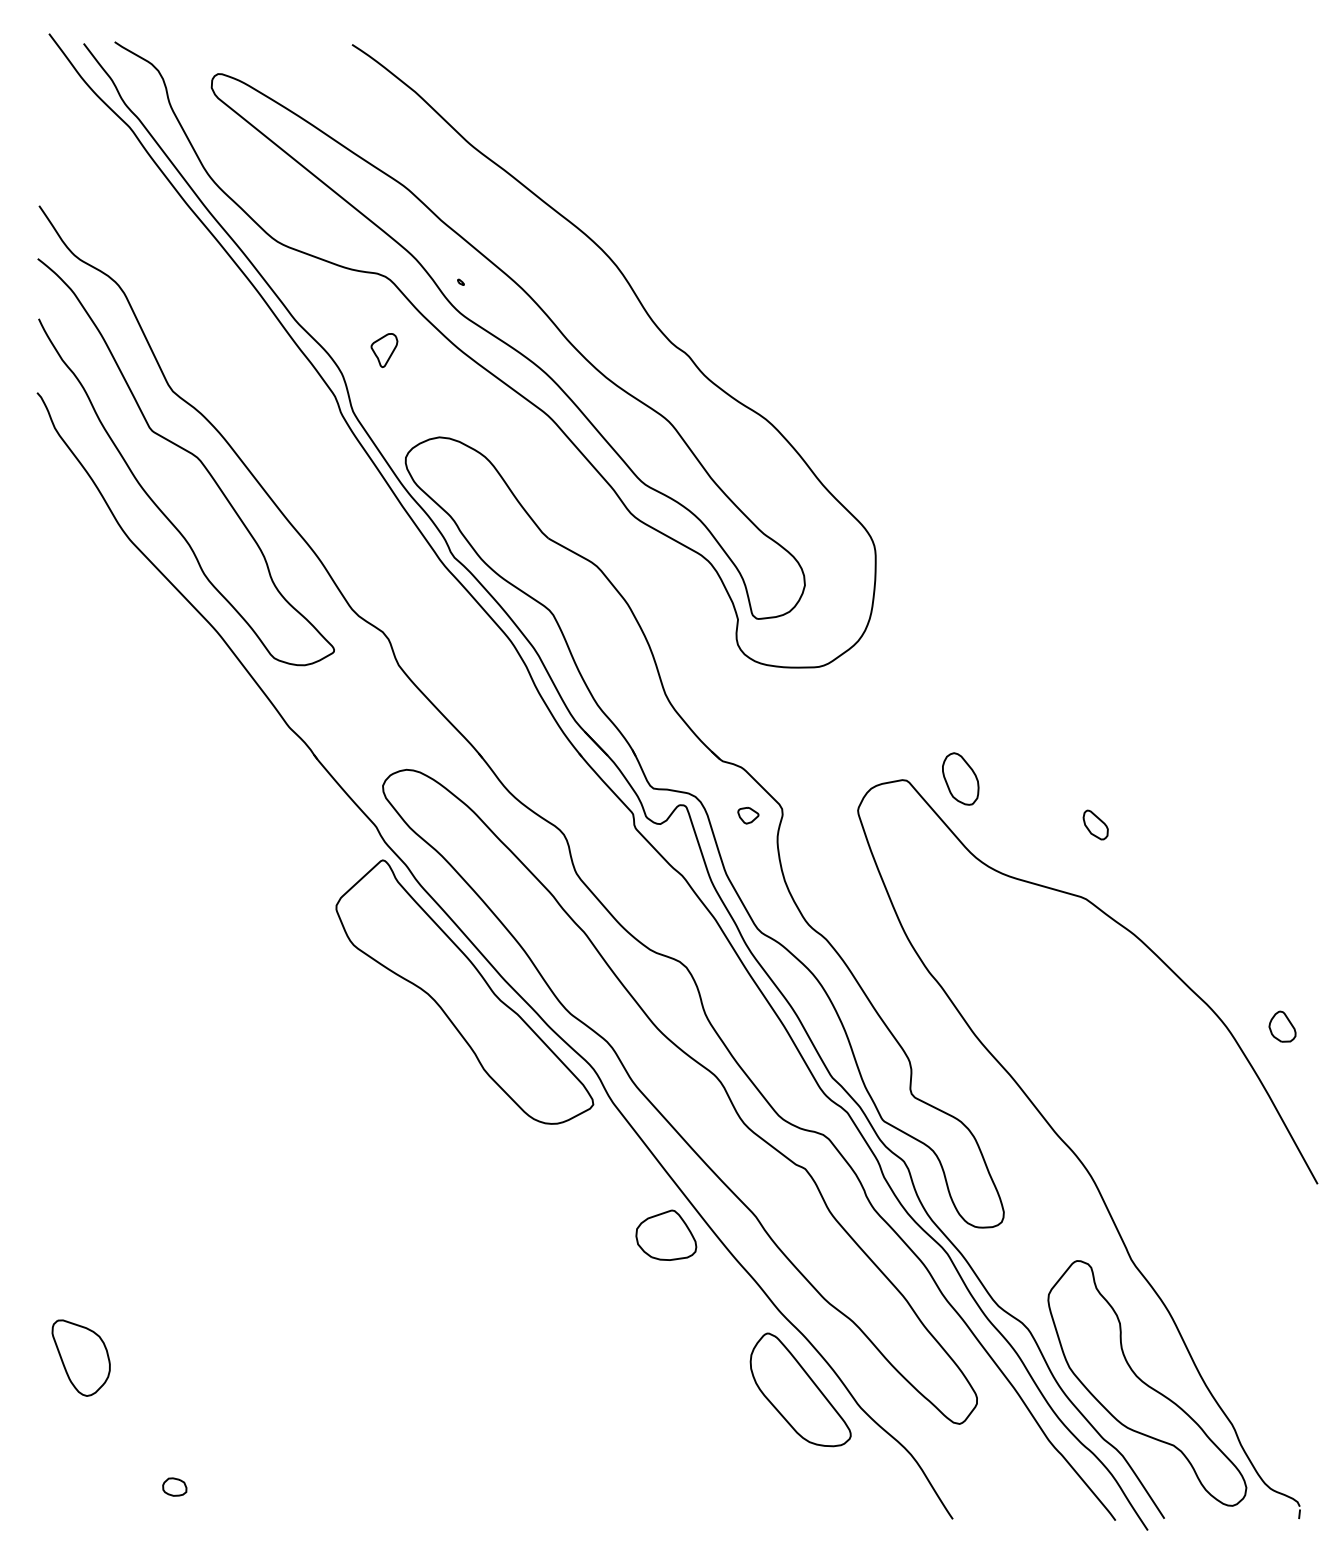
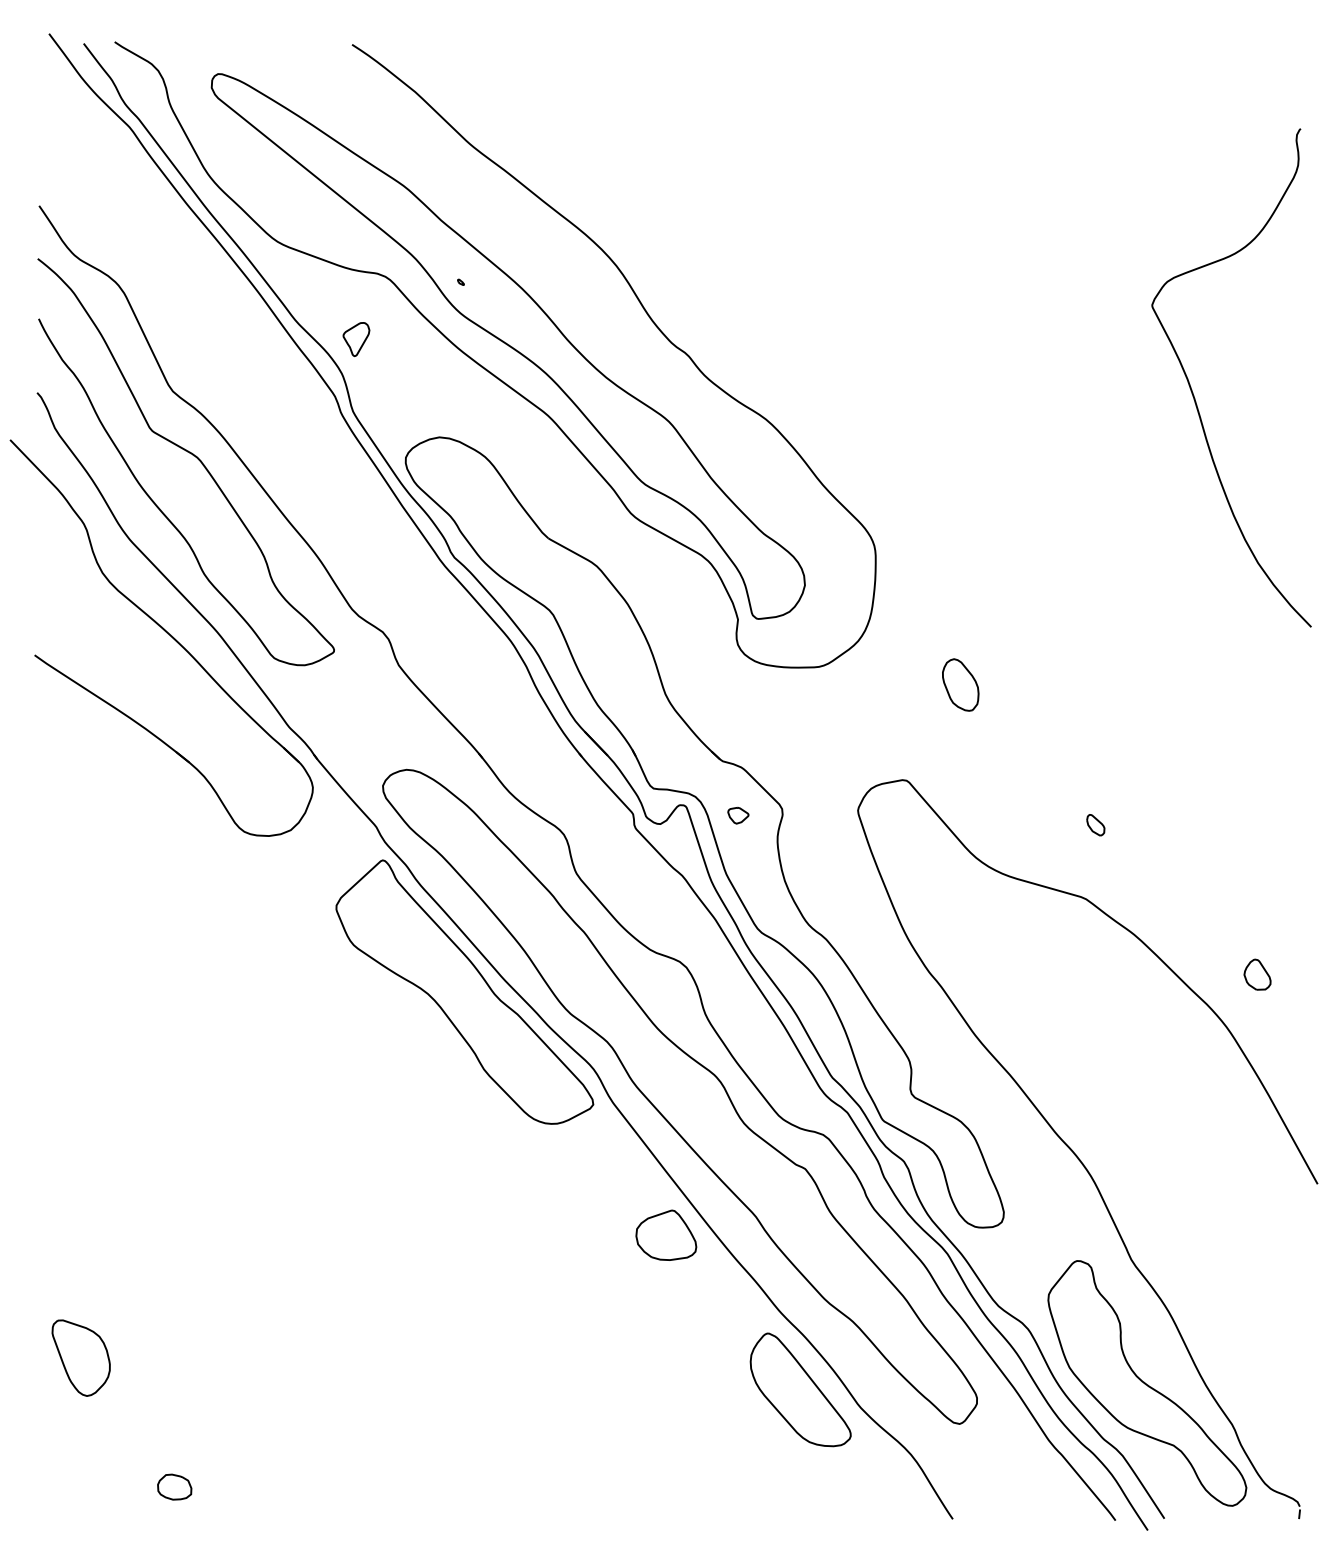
part at (384, 350) position: (384, 350) -> (356, 339)
curve at (1192, 389): none -> present
part at (165, 632): none -> present
part at (960, 778) position: (960, 778) -> (960, 684)
part at (748, 815) position: (748, 815) -> (738, 815)
part at (1095, 824) size: 27x32 px -> 20x23 px
part at (1282, 1026) position: (1282, 1026) -> (1257, 974)
part at (174, 1486) size: 26x20 px -> 36x28 px
